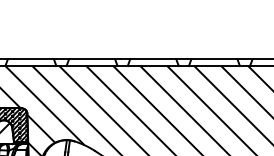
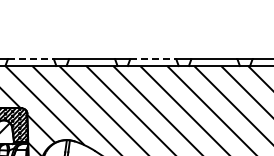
line at (31, 59): solid -> dashed
line at (153, 59): solid -> dashed
